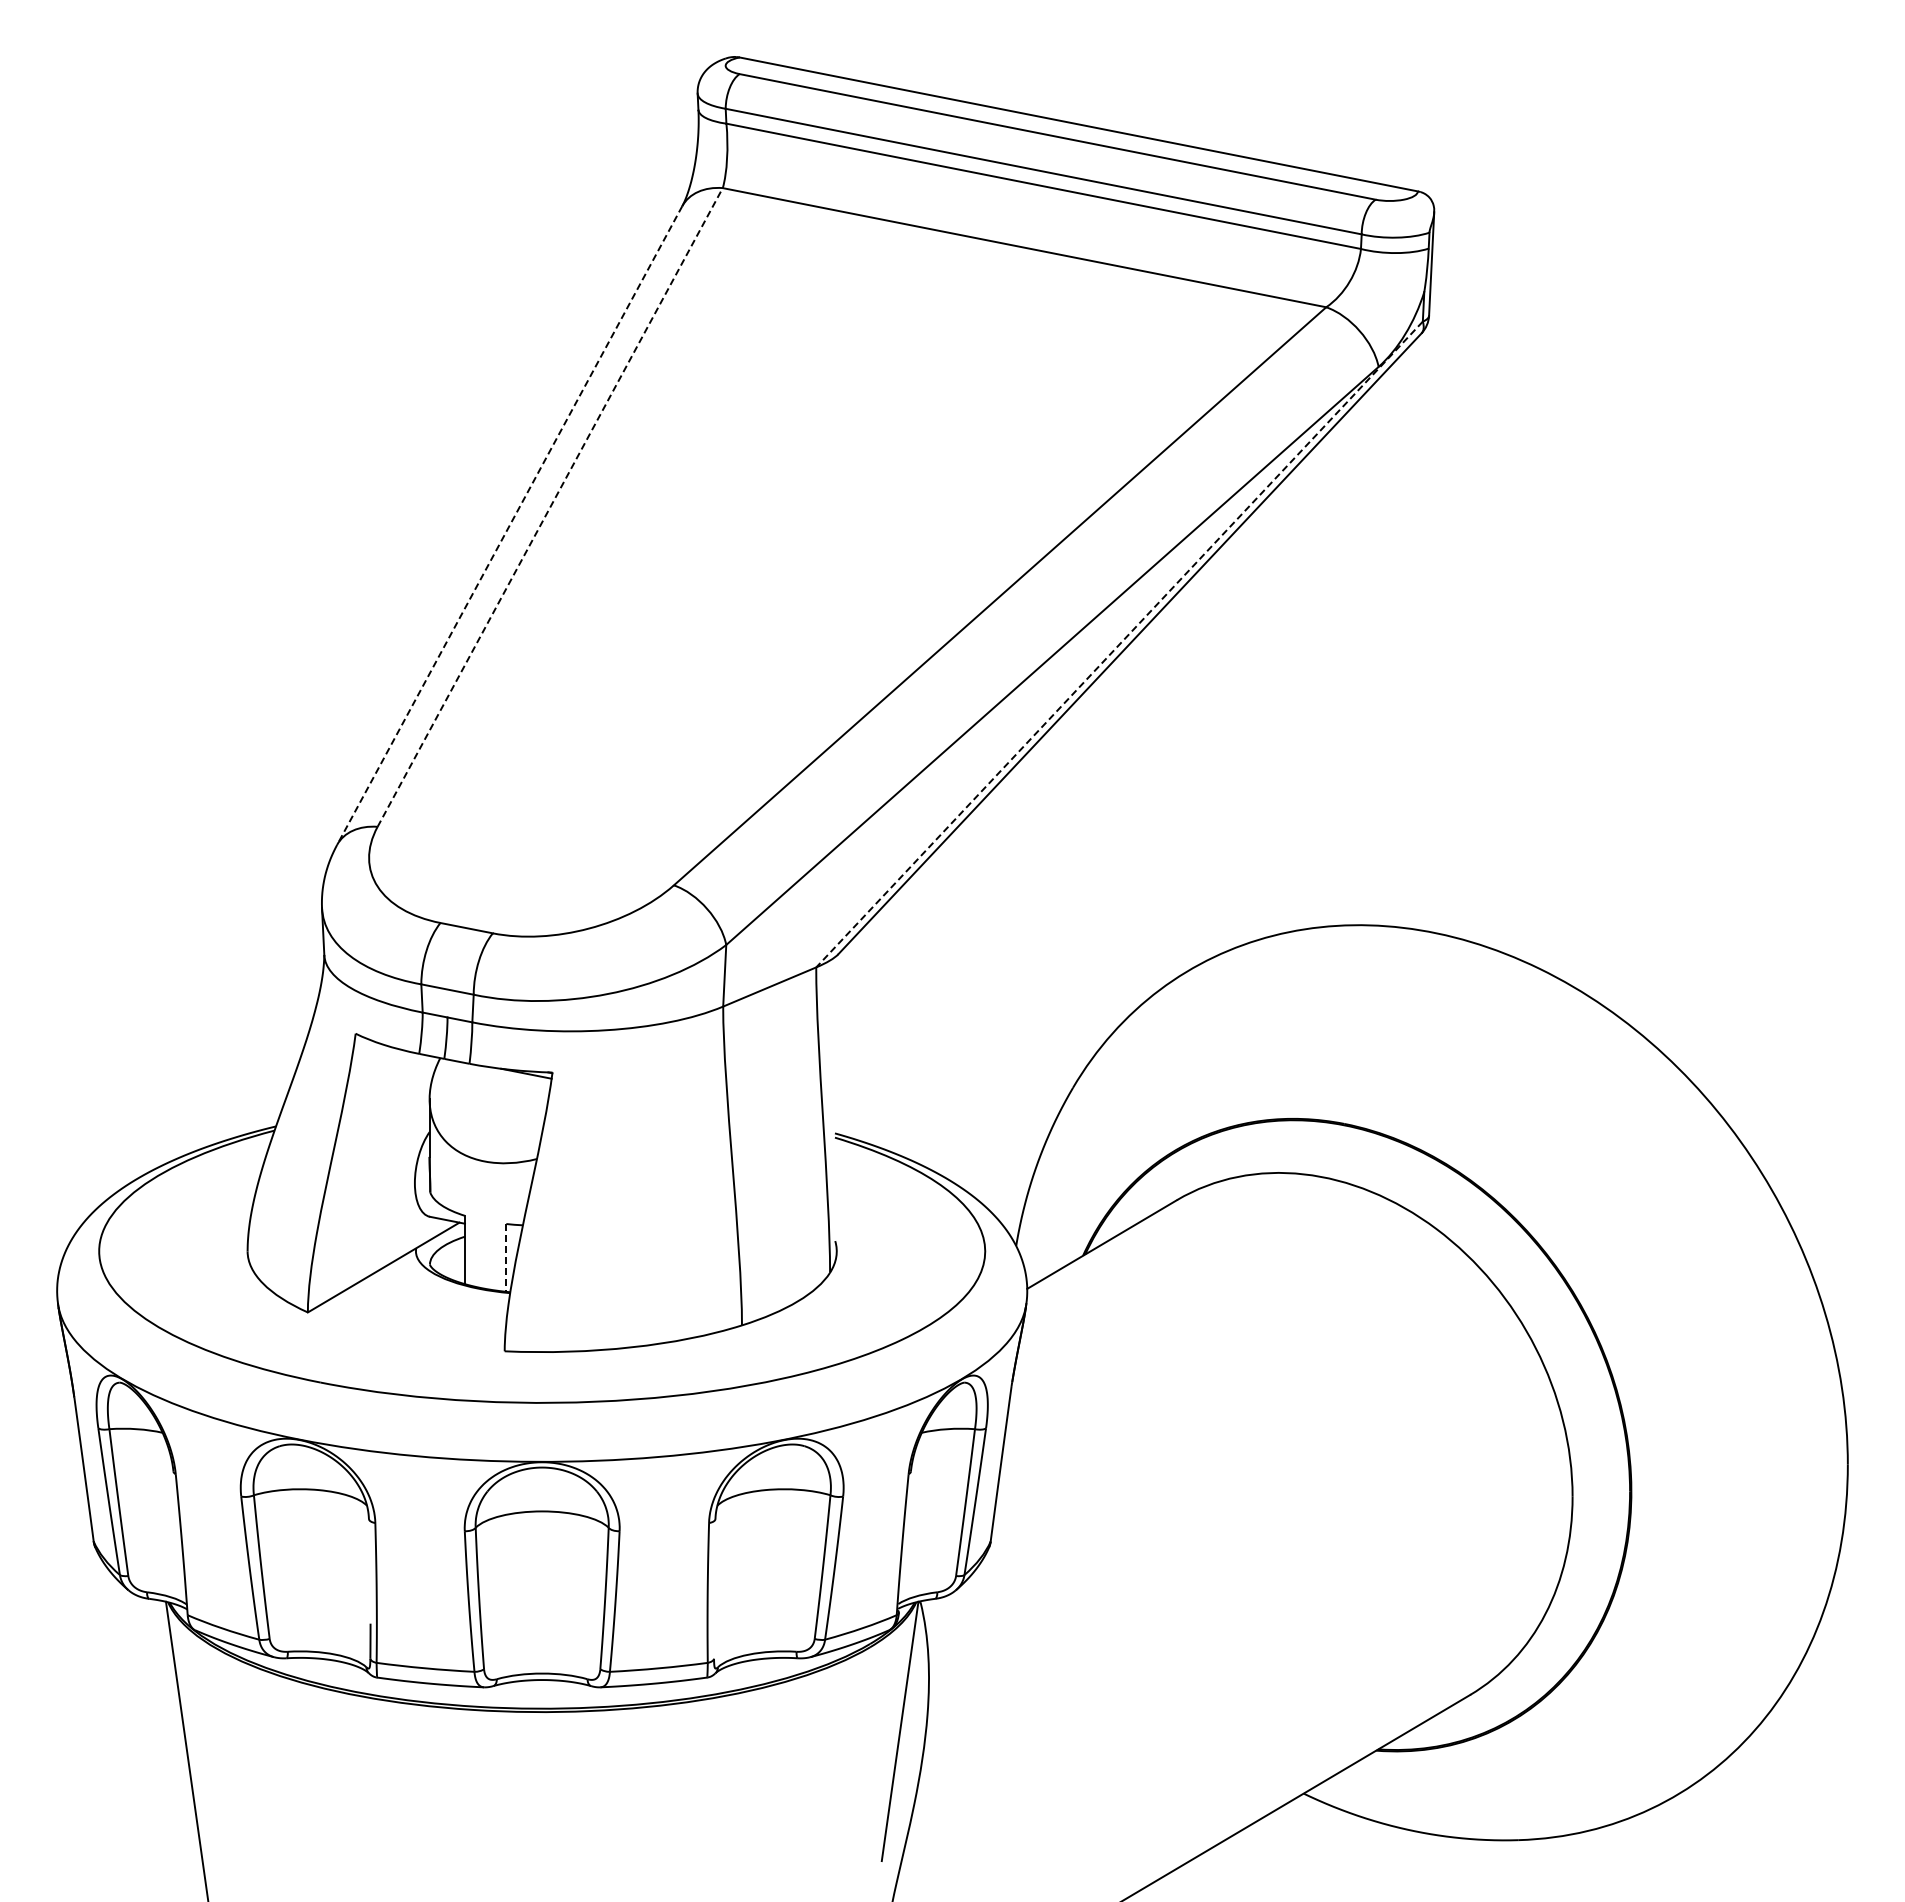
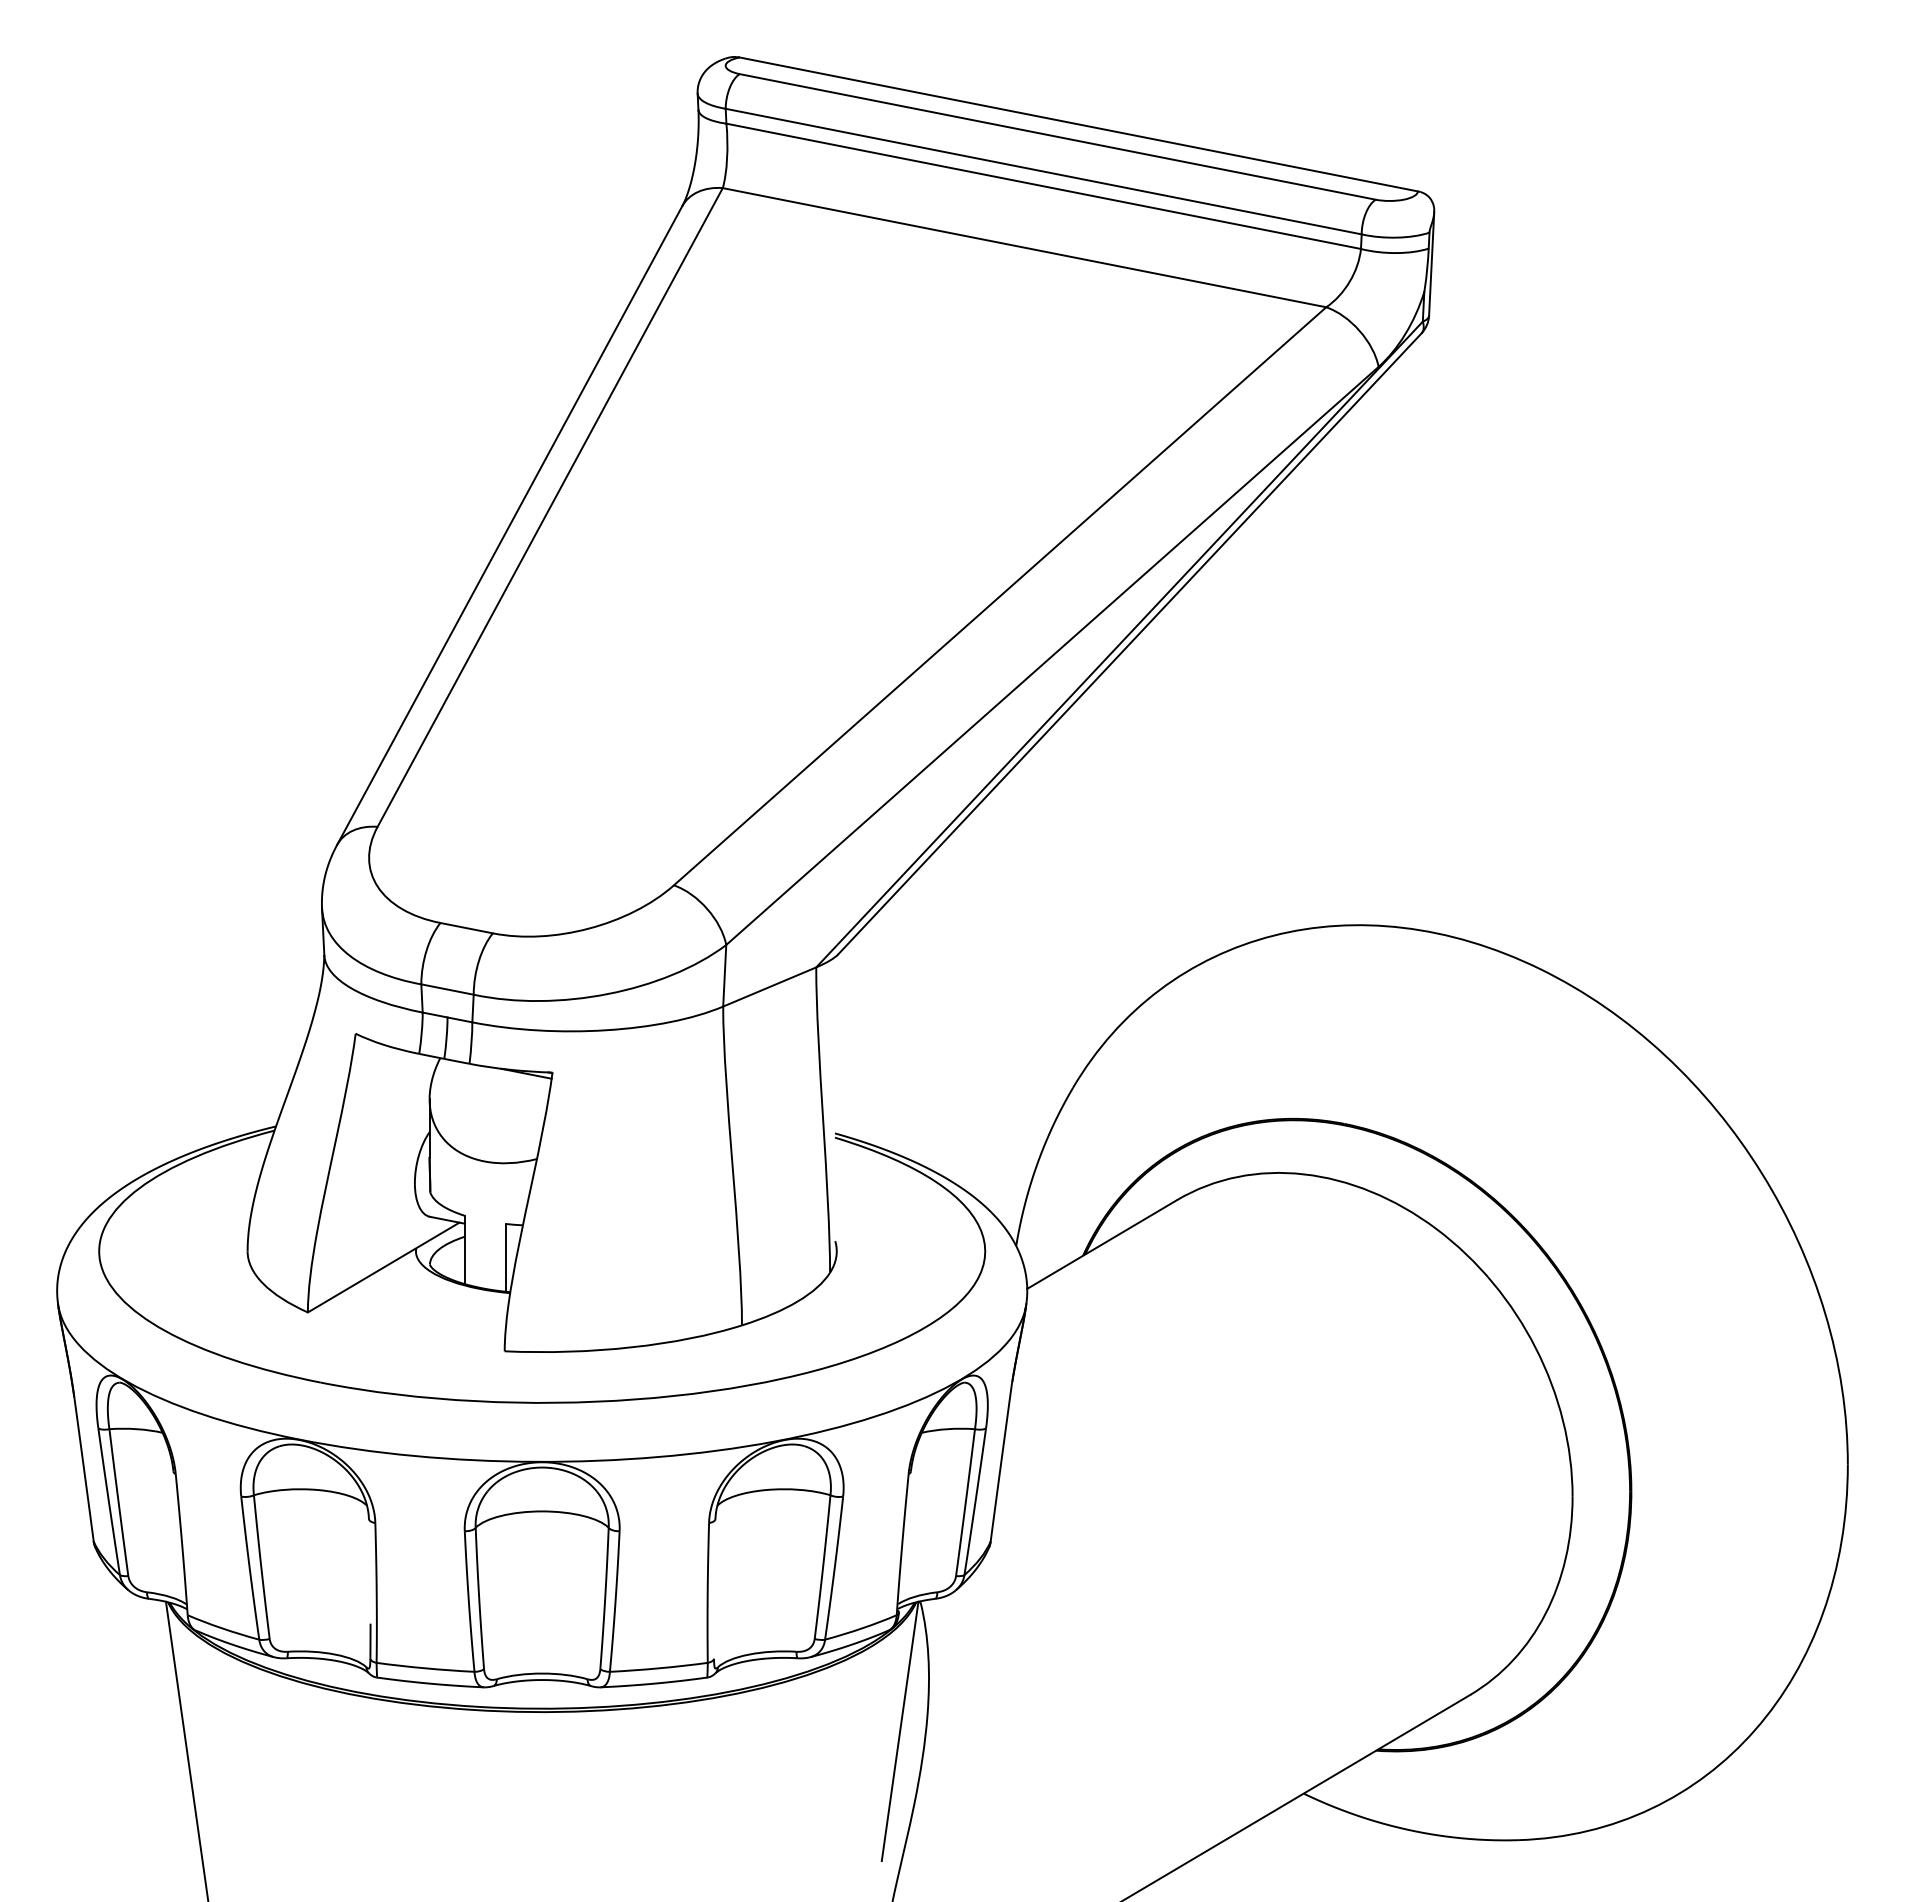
line at (550, 507): dashed -> solid
line at (509, 526): dashed -> solid
line at (1119, 644): dashed -> solid
line at (506, 1257): dashed -> solid
